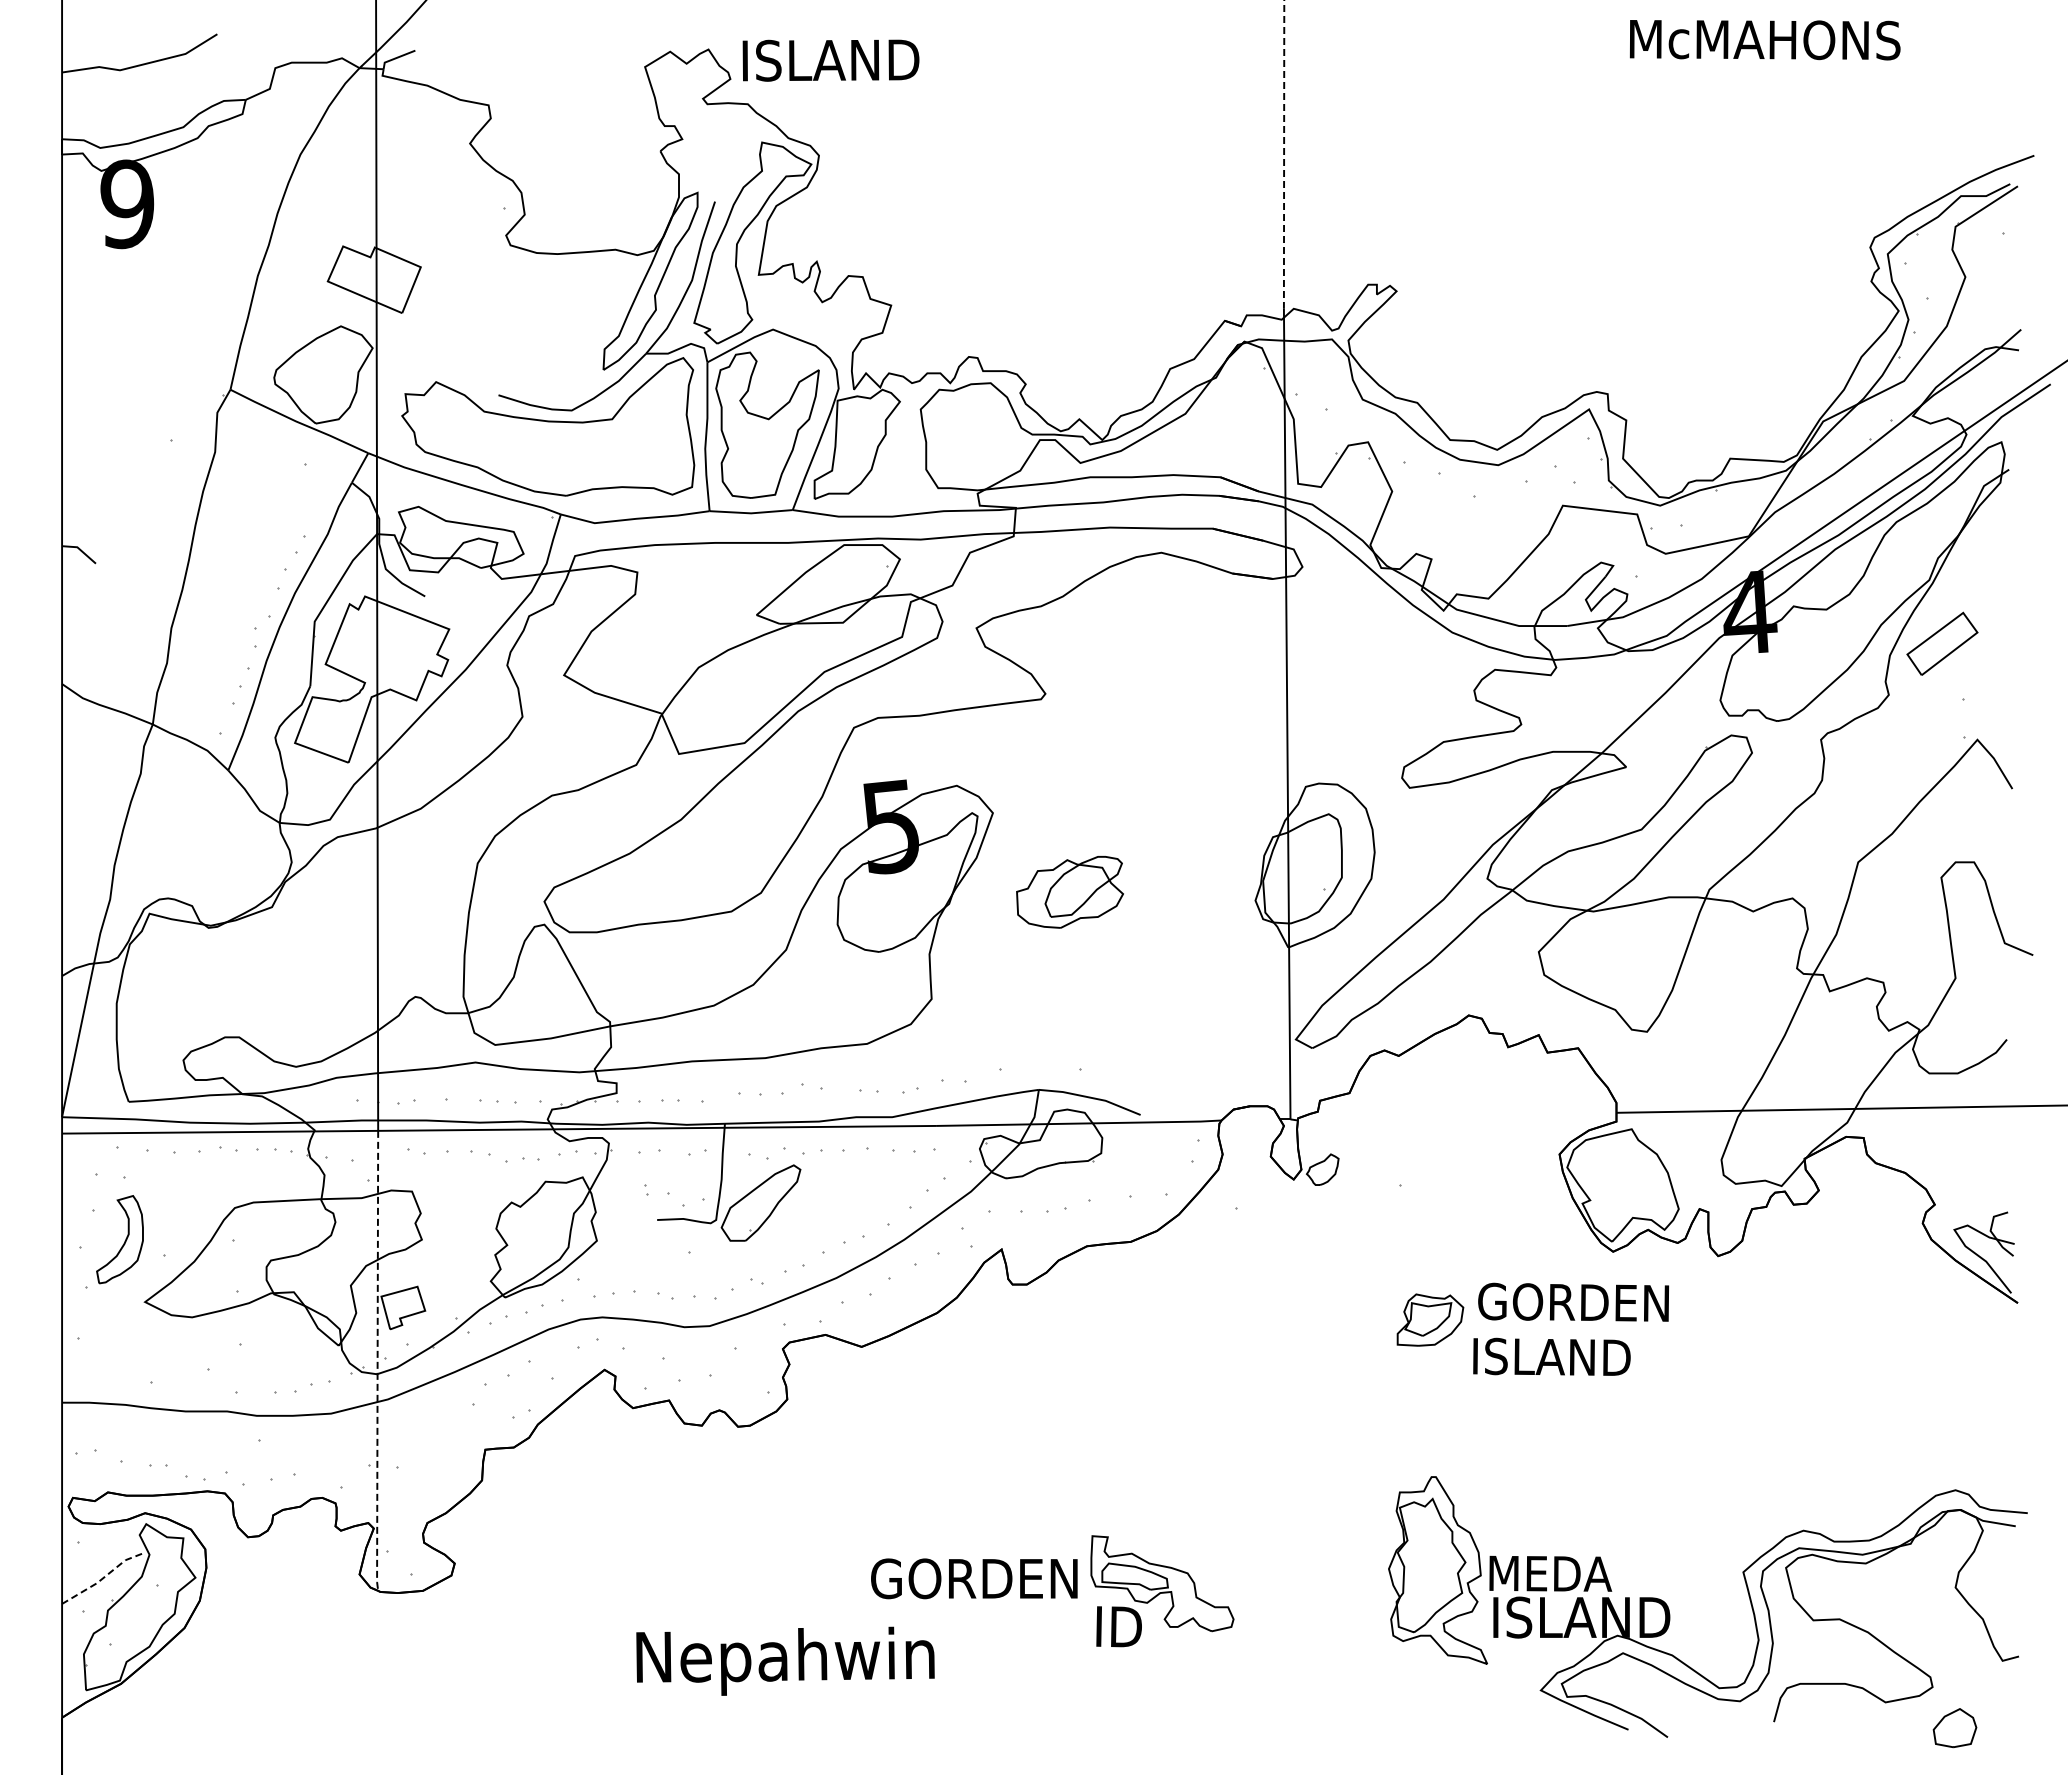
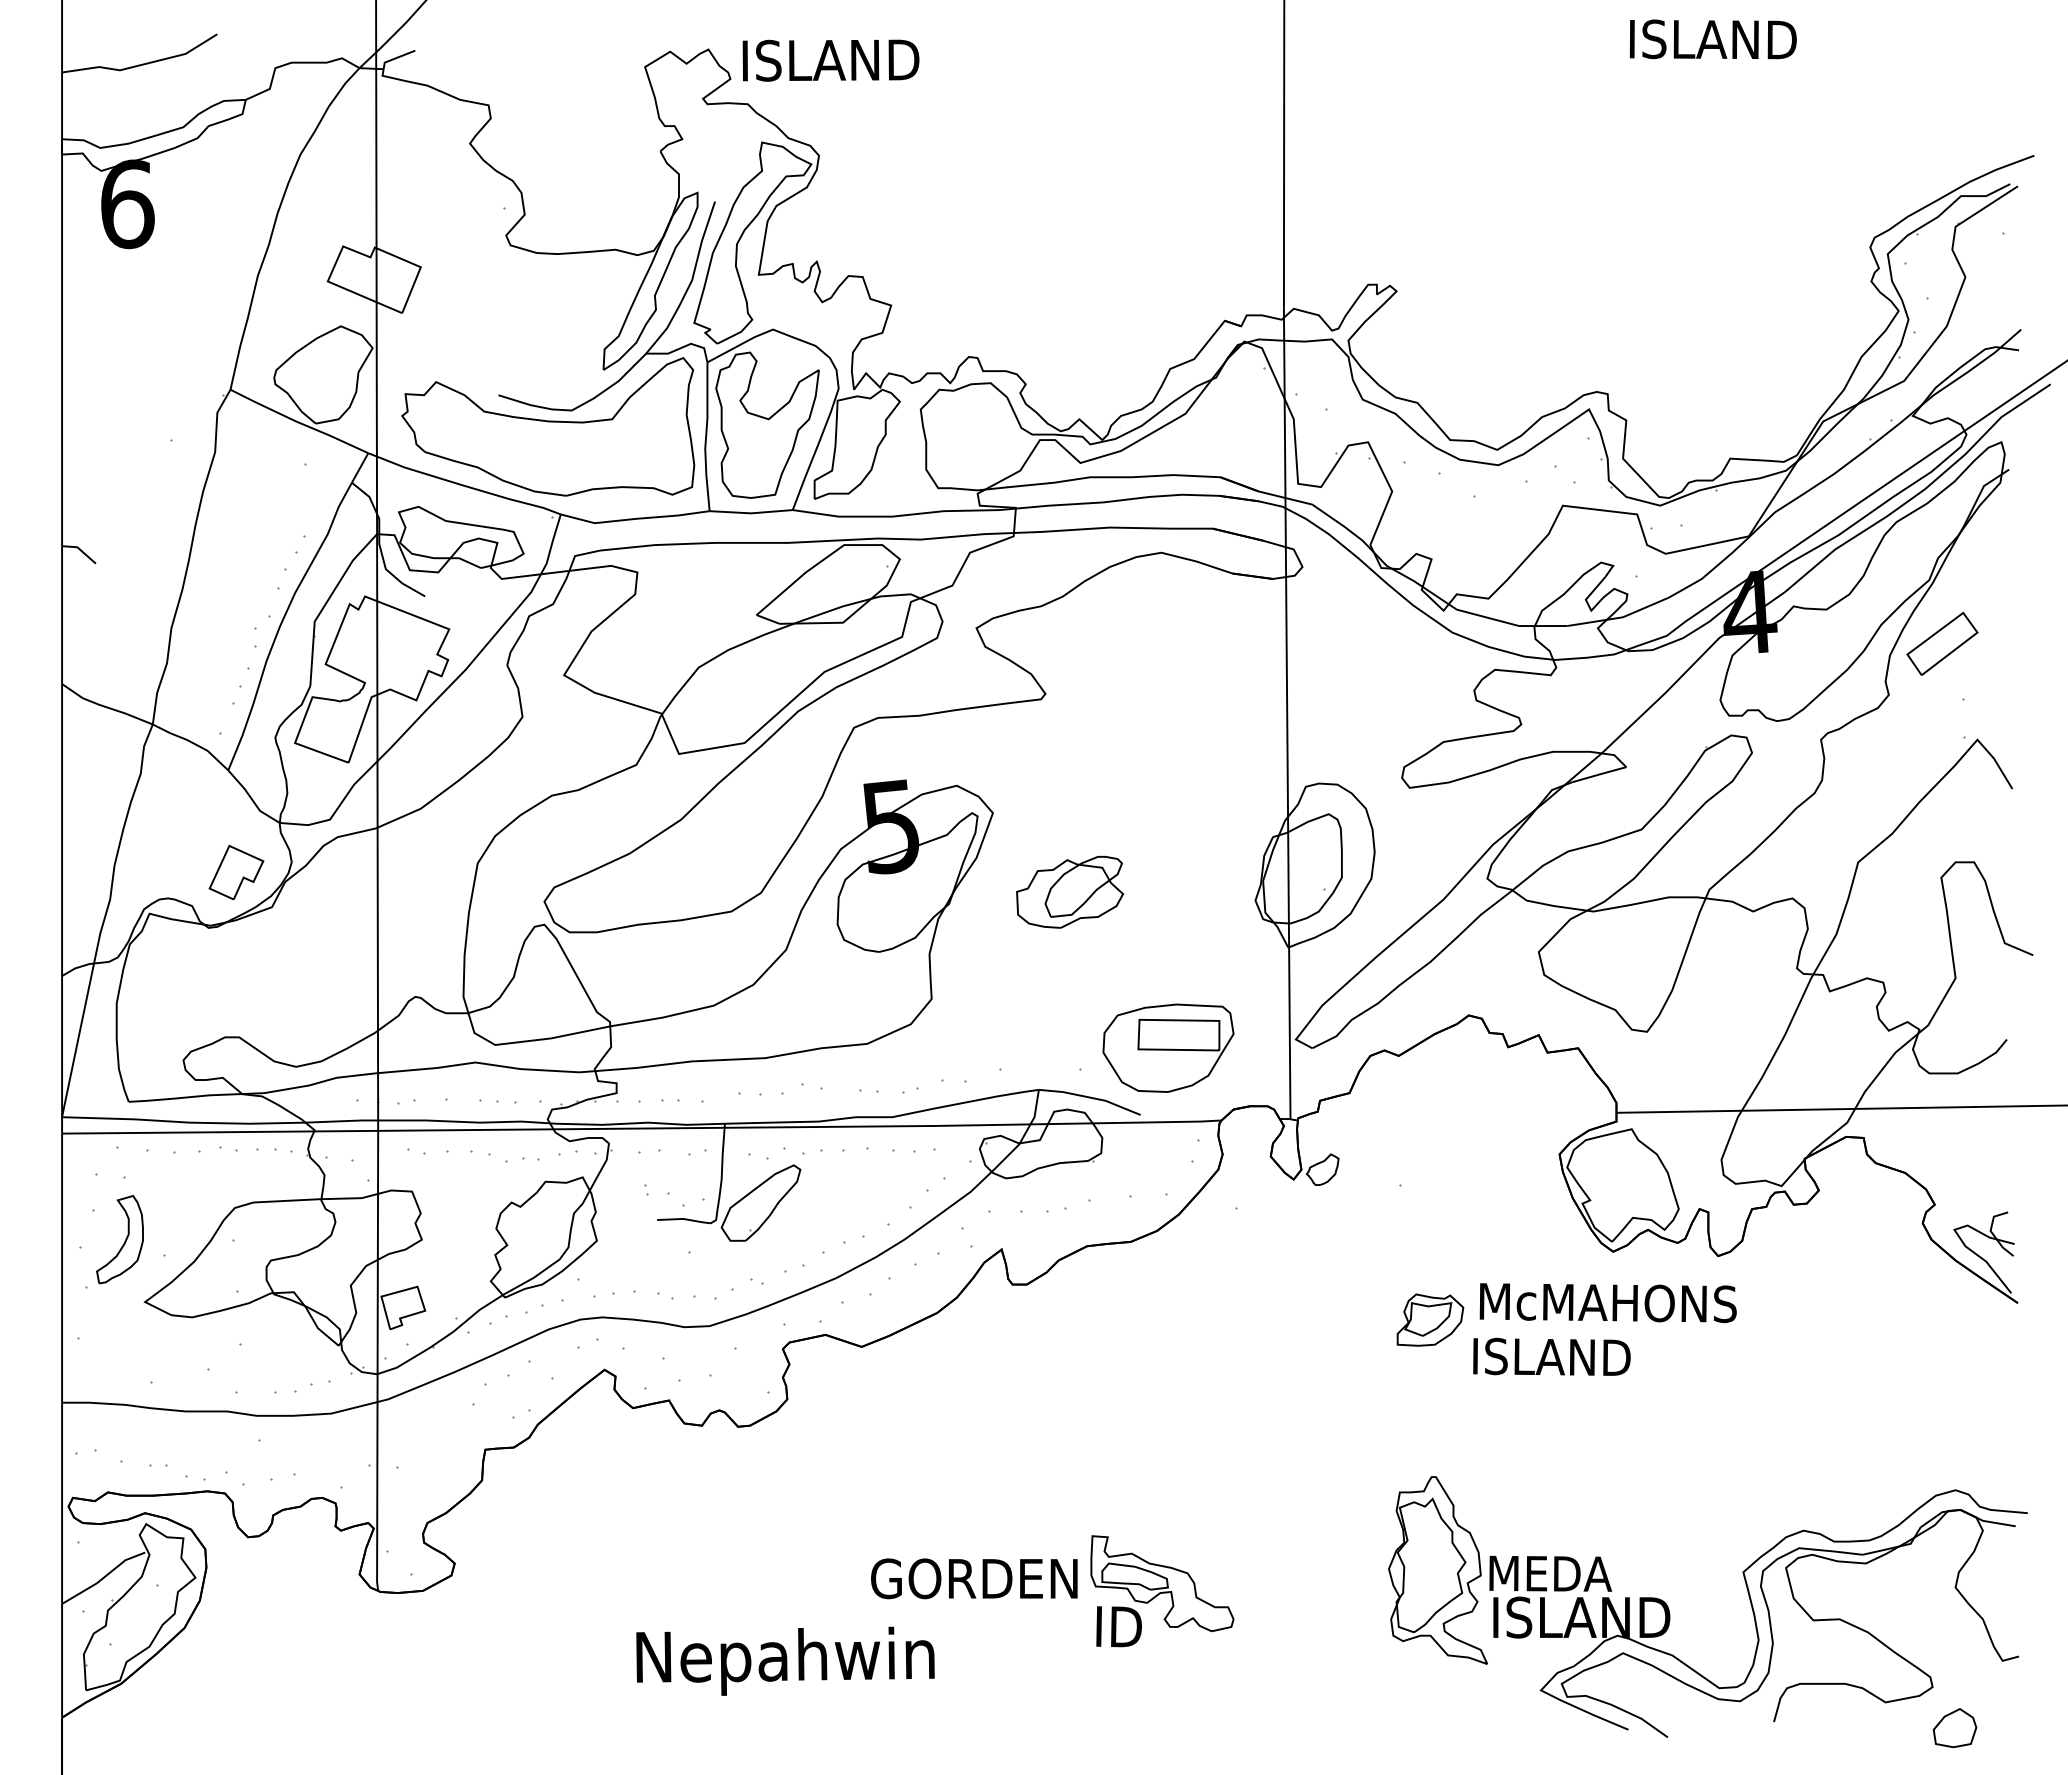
text at (1767, 39): McMAHONS -> ISLAND
line at (1284, 154): dashed -> solid
text at (127, 204): 9 -> 6
part at (236, 872): none -> present
part at (1168, 1047): none -> present
text at (1607, 1302): GORDEN -> McMAHONS
line at (377, 1361): dashed -> solid
line at (103, 1577): dashed -> solid
